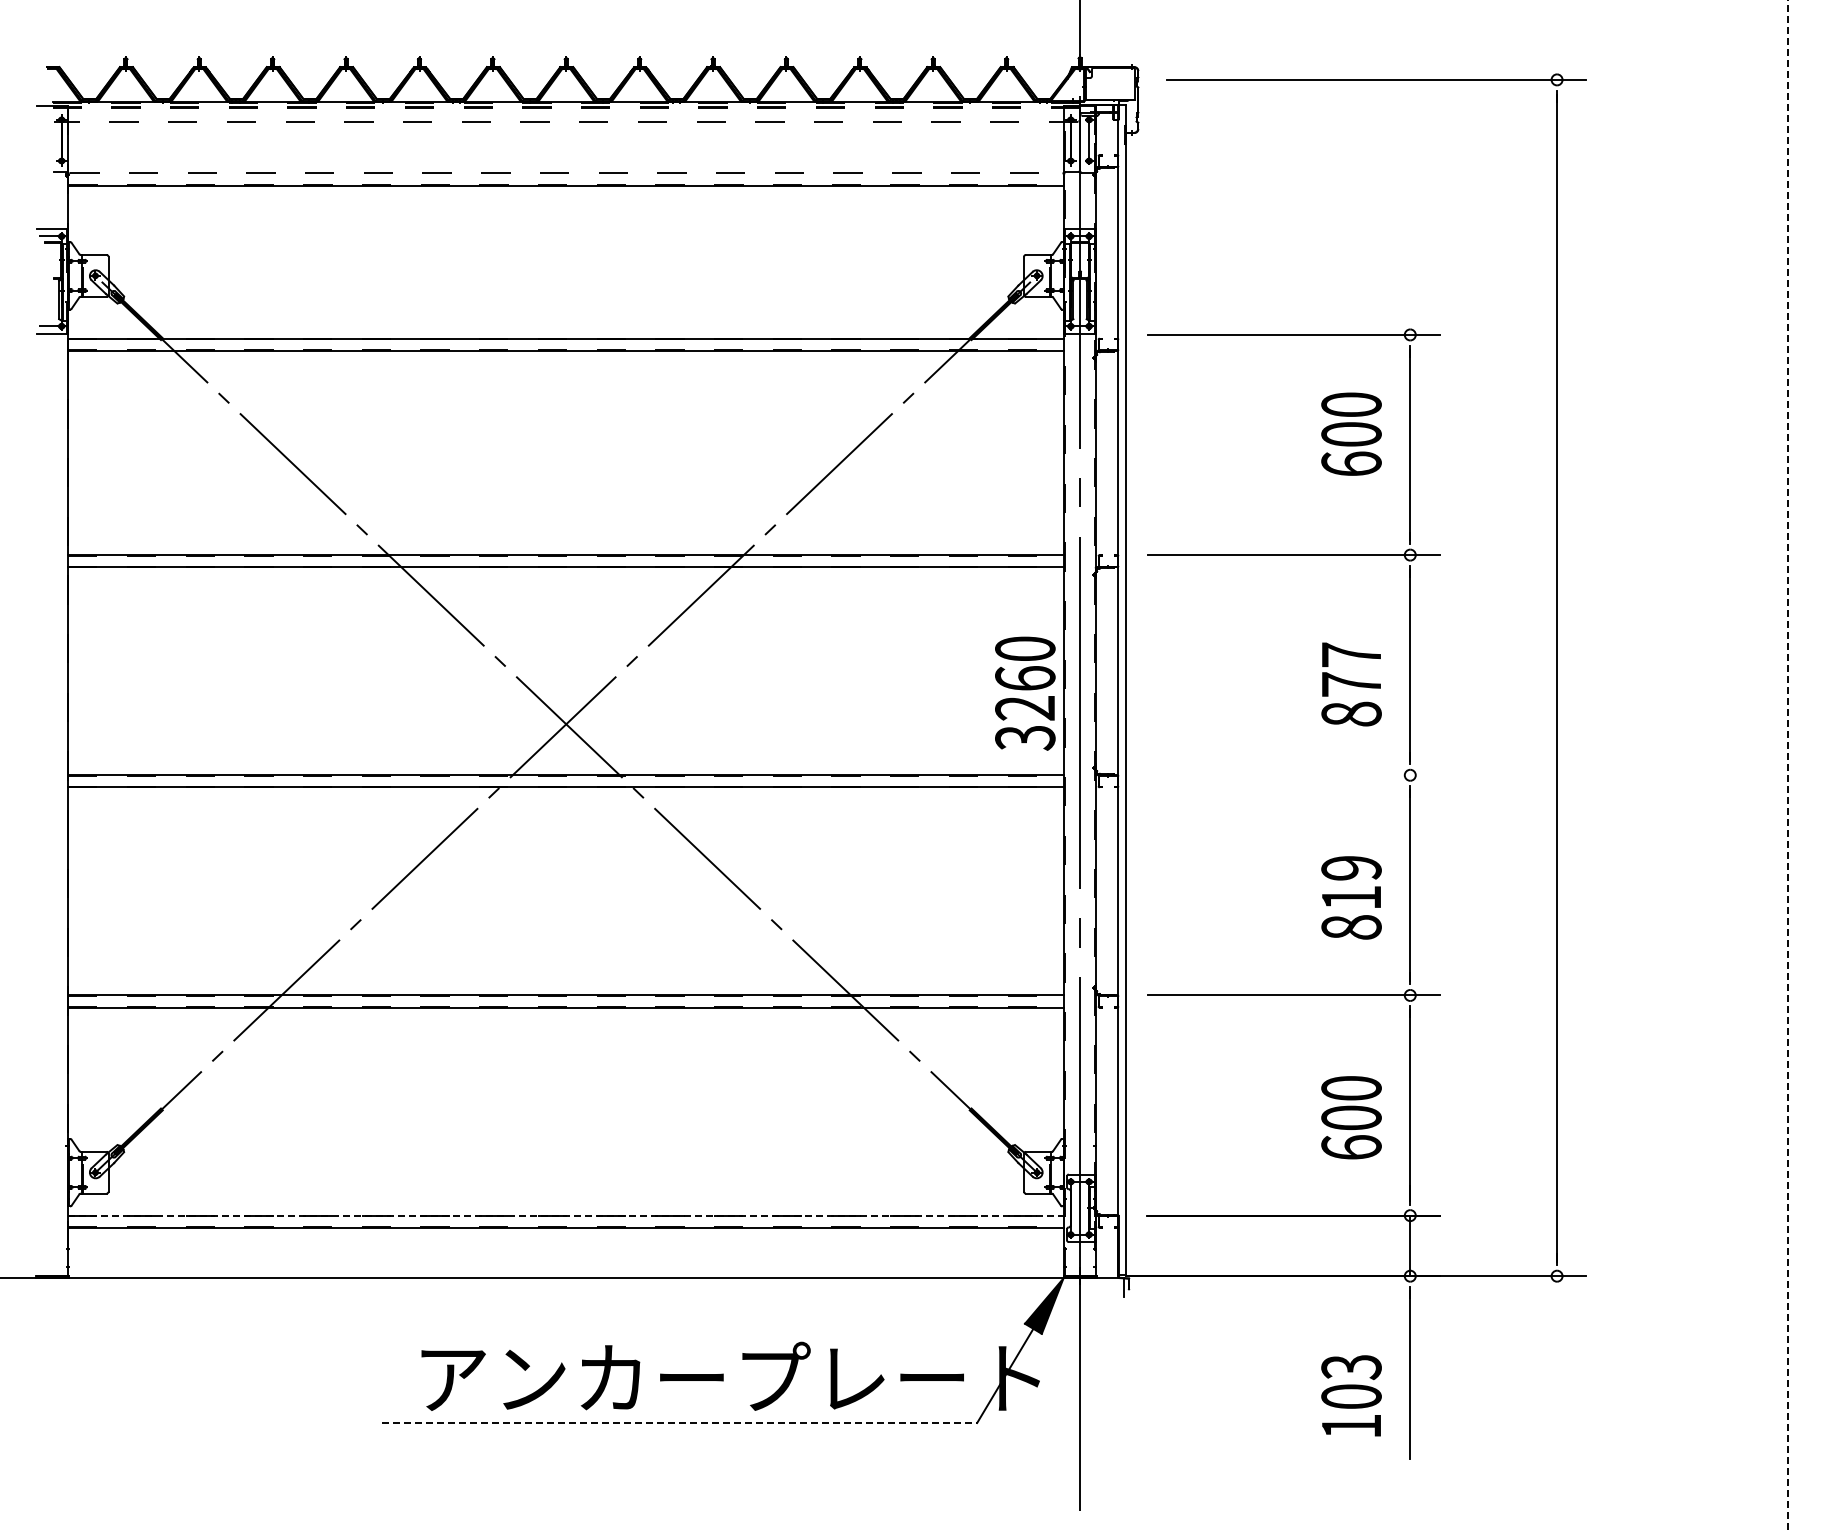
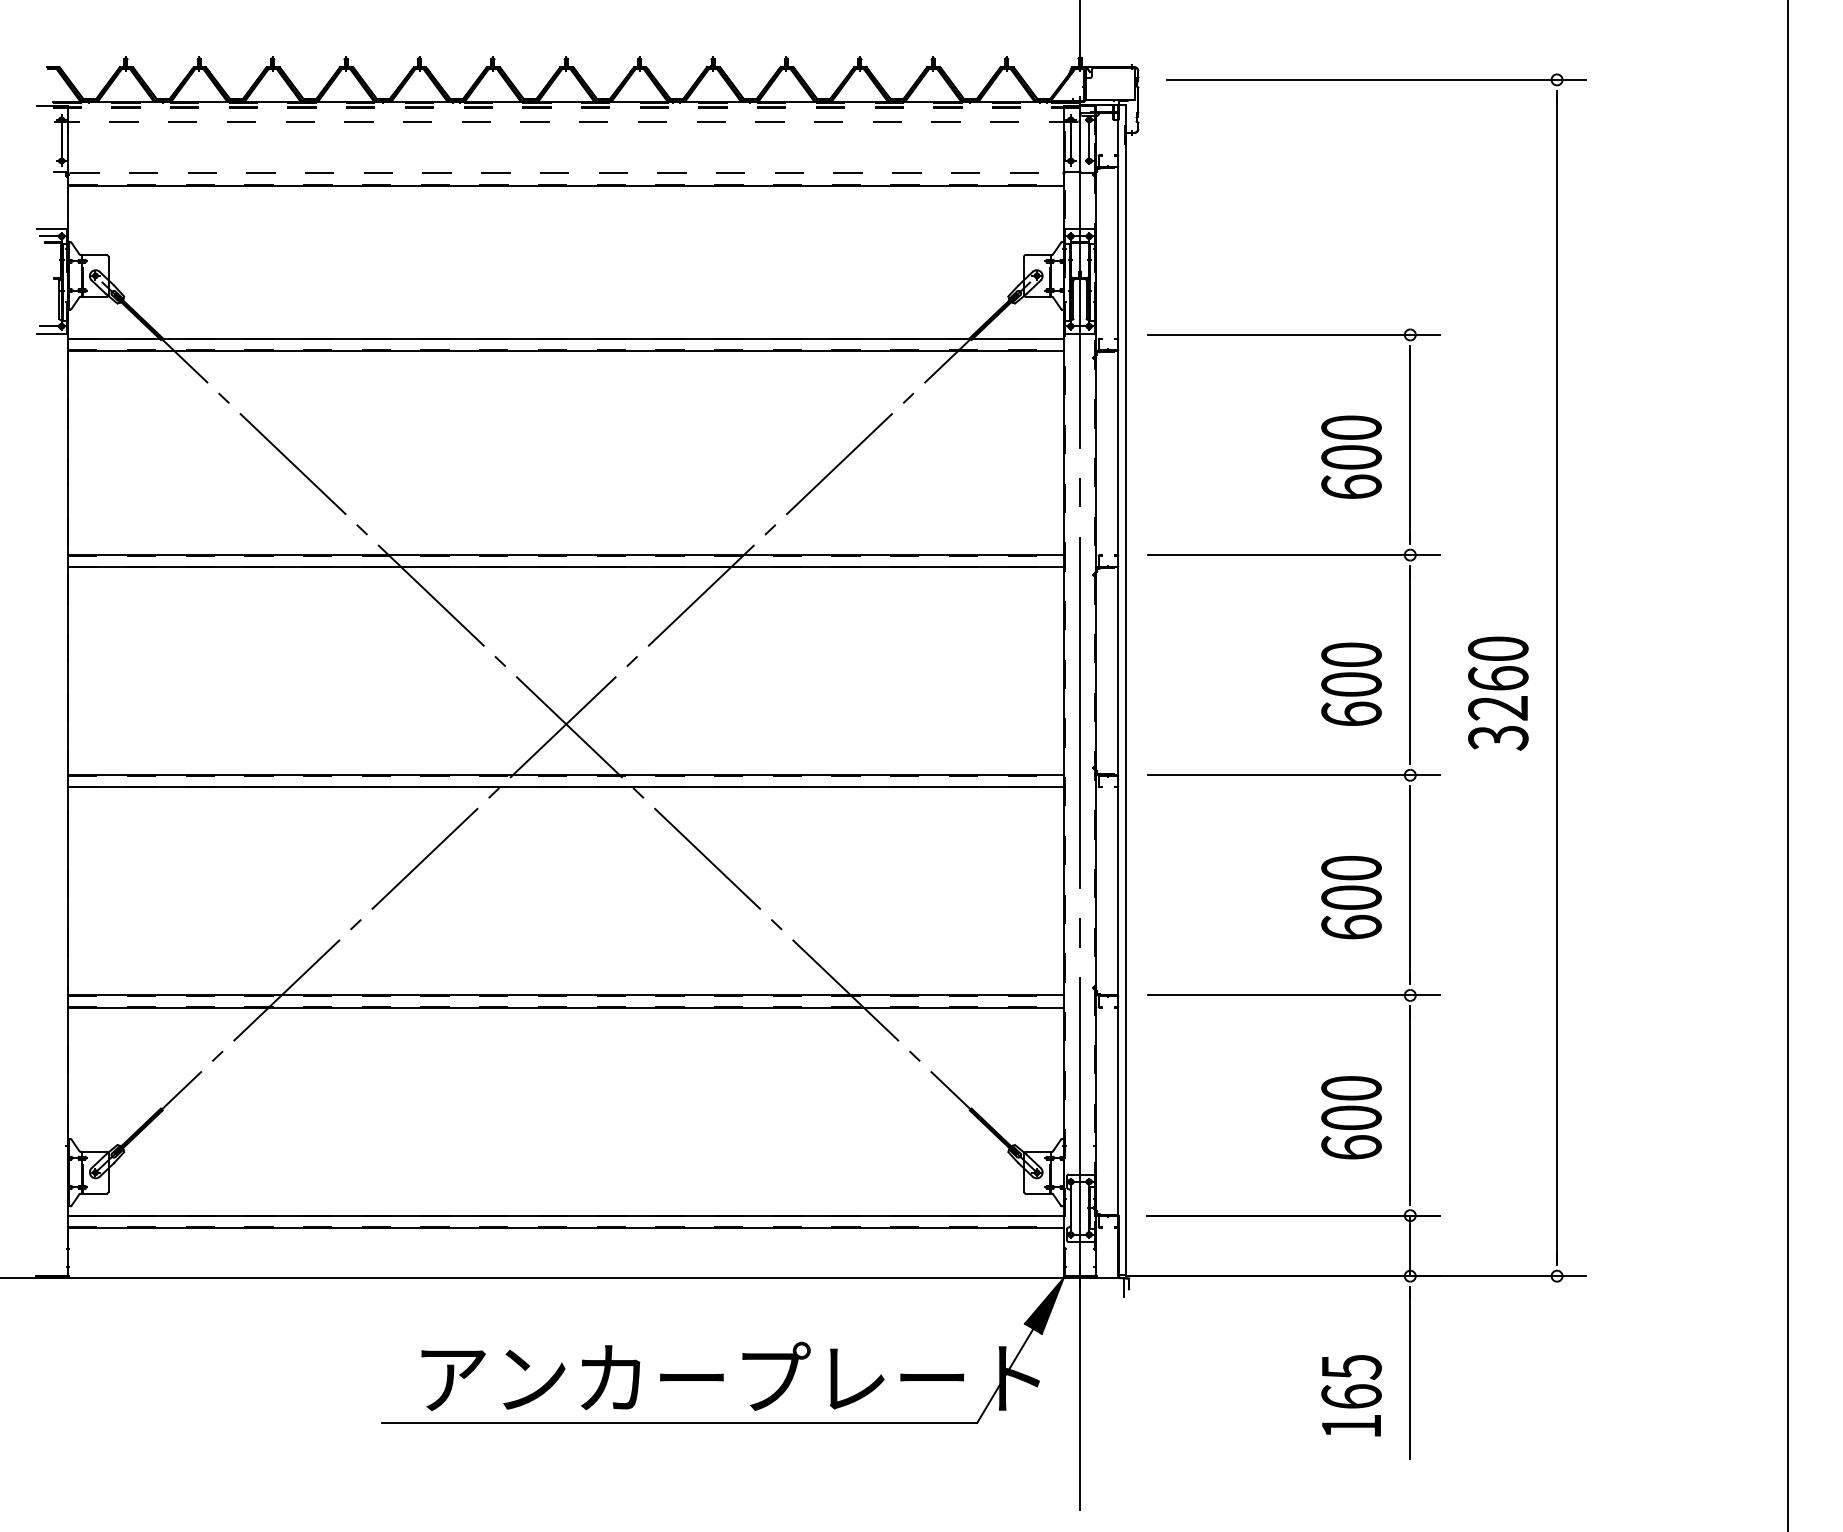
text at (1351, 433) position: (1351, 433) -> (1351, 456)
text at (1351, 684): 877 -> 600
text at (1025, 693) position: (1025, 693) -> (1498, 693)
line at (1787, 766): dashed -> solid
line at (1293, 775): none -> present
text at (1351, 897): 819 -> 600
line at (566, 1215): dashed -> solid
text at (1351, 1381): 103 -> 165
line at (680, 1422): dashed -> solid
